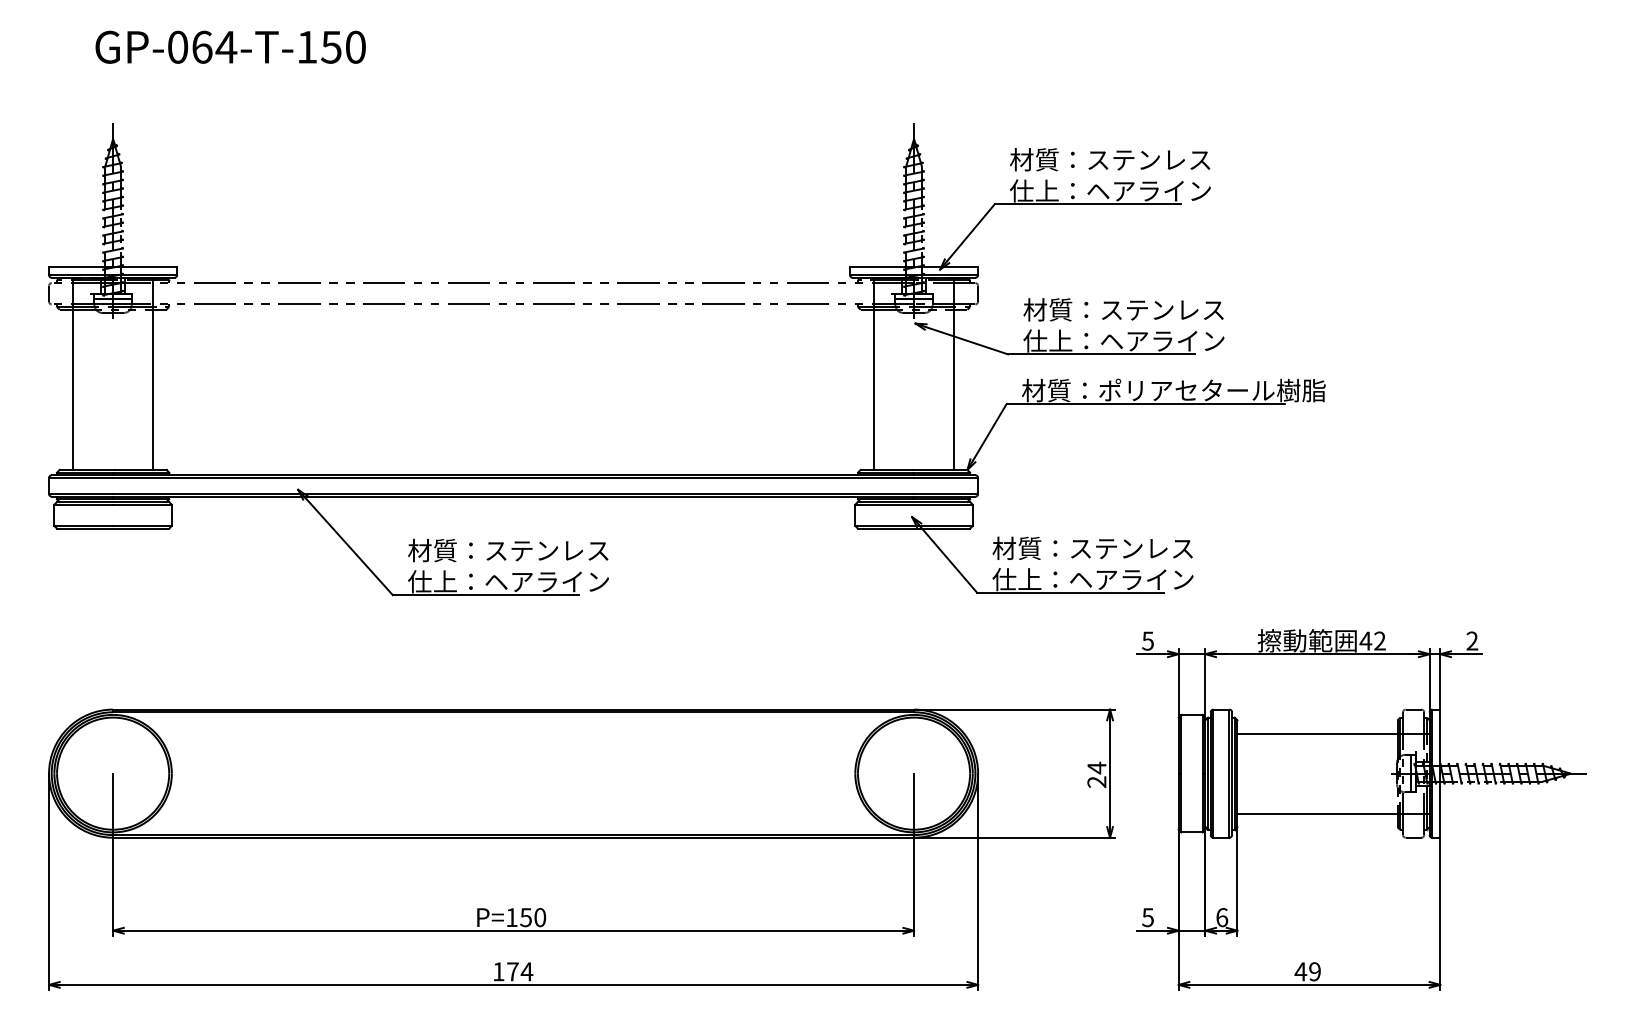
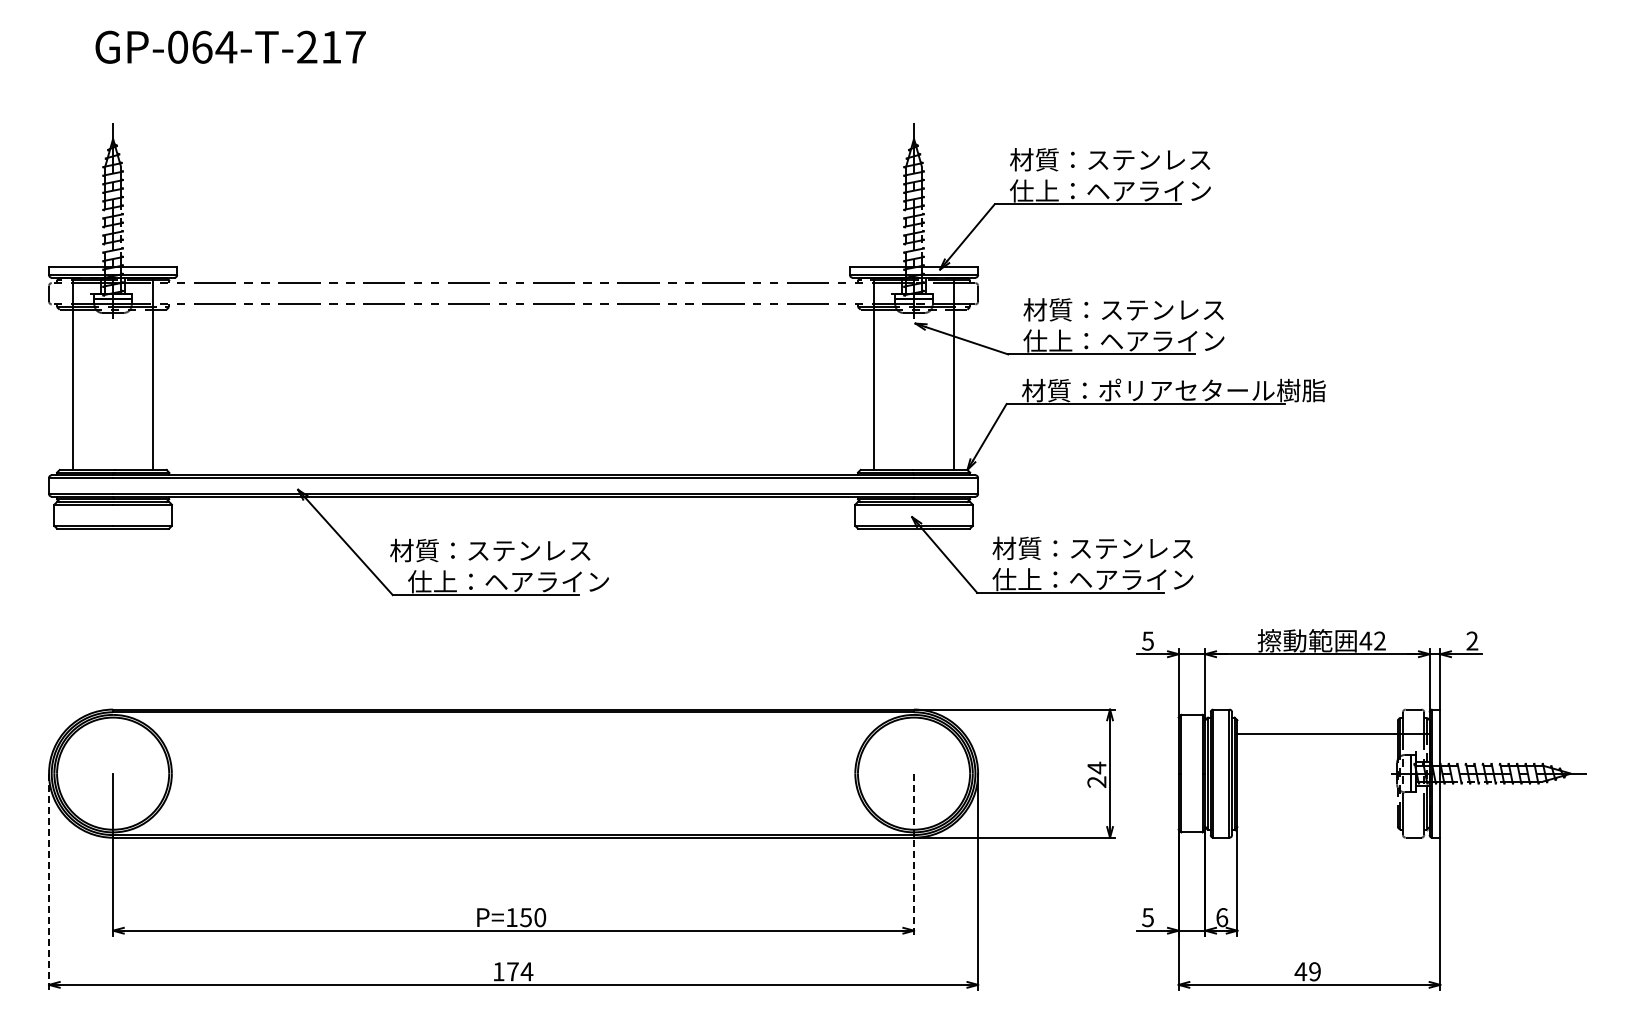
text at (331, 46): GP-064-T-150 -> GP-064-T-217
text at (508, 550) position: (508, 550) -> (490, 550)
line at (1333, 813): present -> none
line at (914, 855): solid -> dashed
line at (49, 882): solid -> dashed
